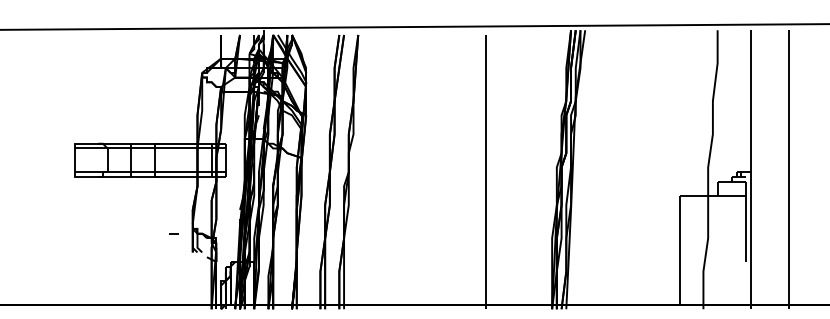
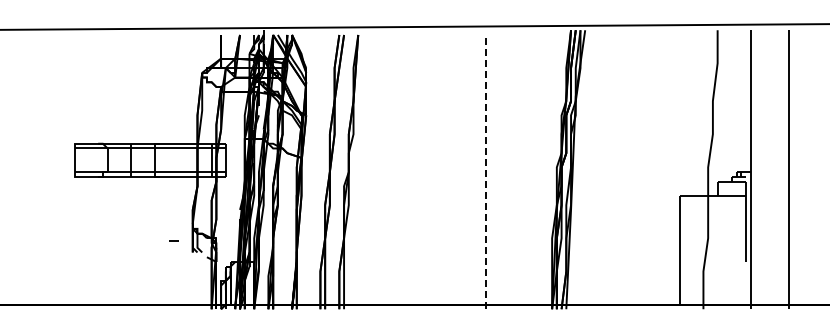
line at (485, 171): solid -> dashed
line at (173, 233) position: (173, 233) -> (173, 240)
